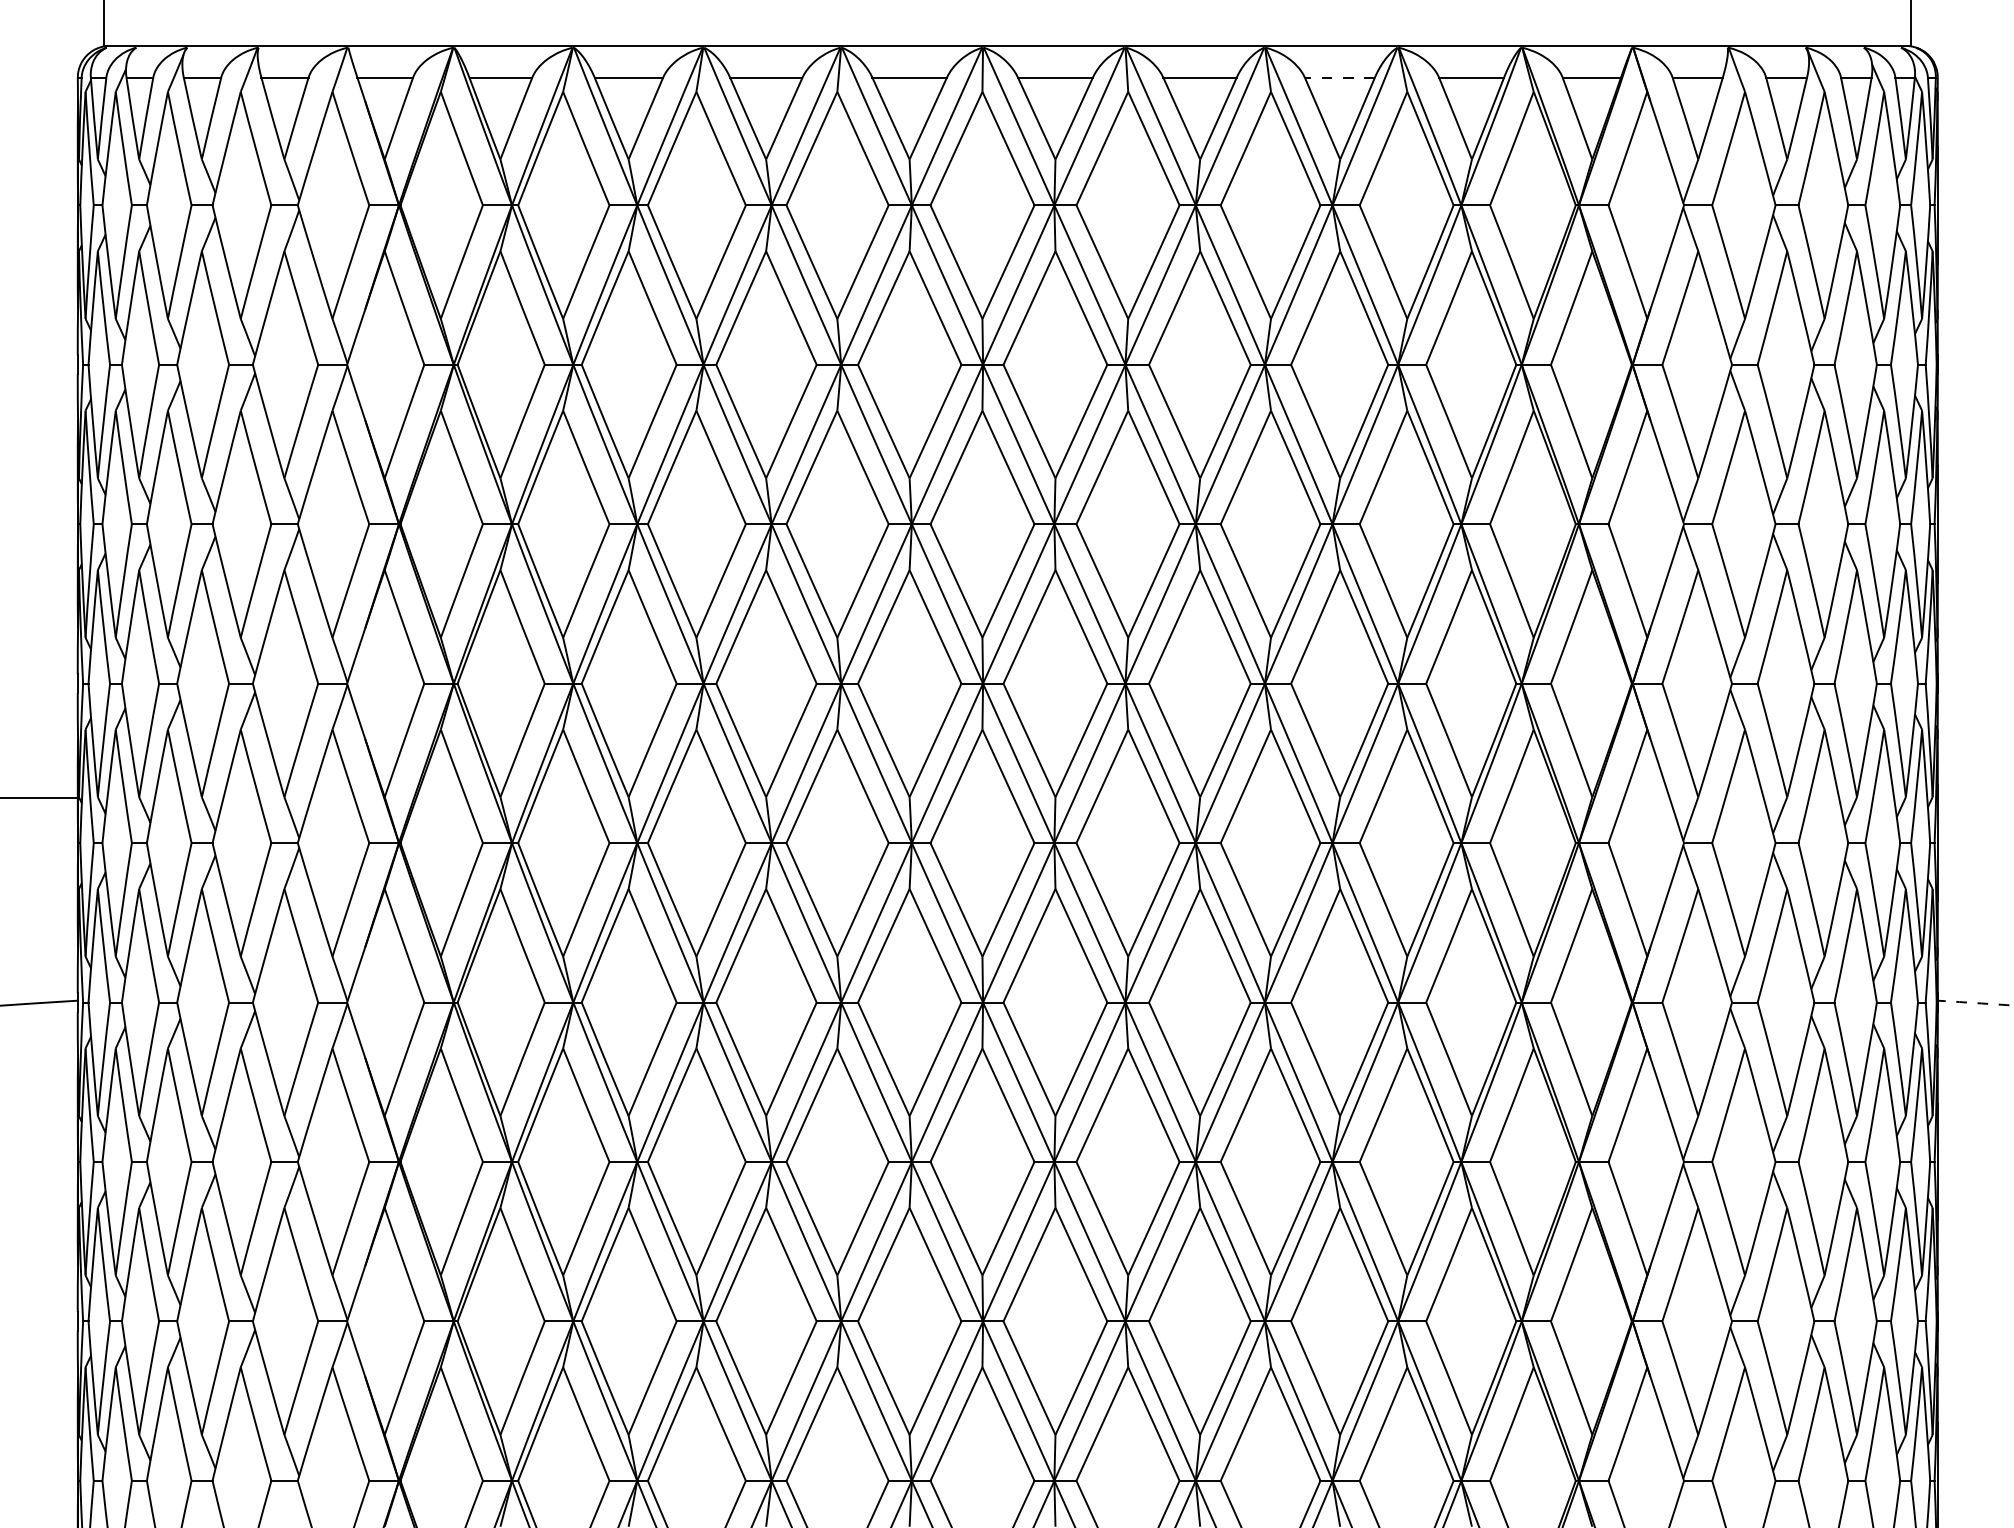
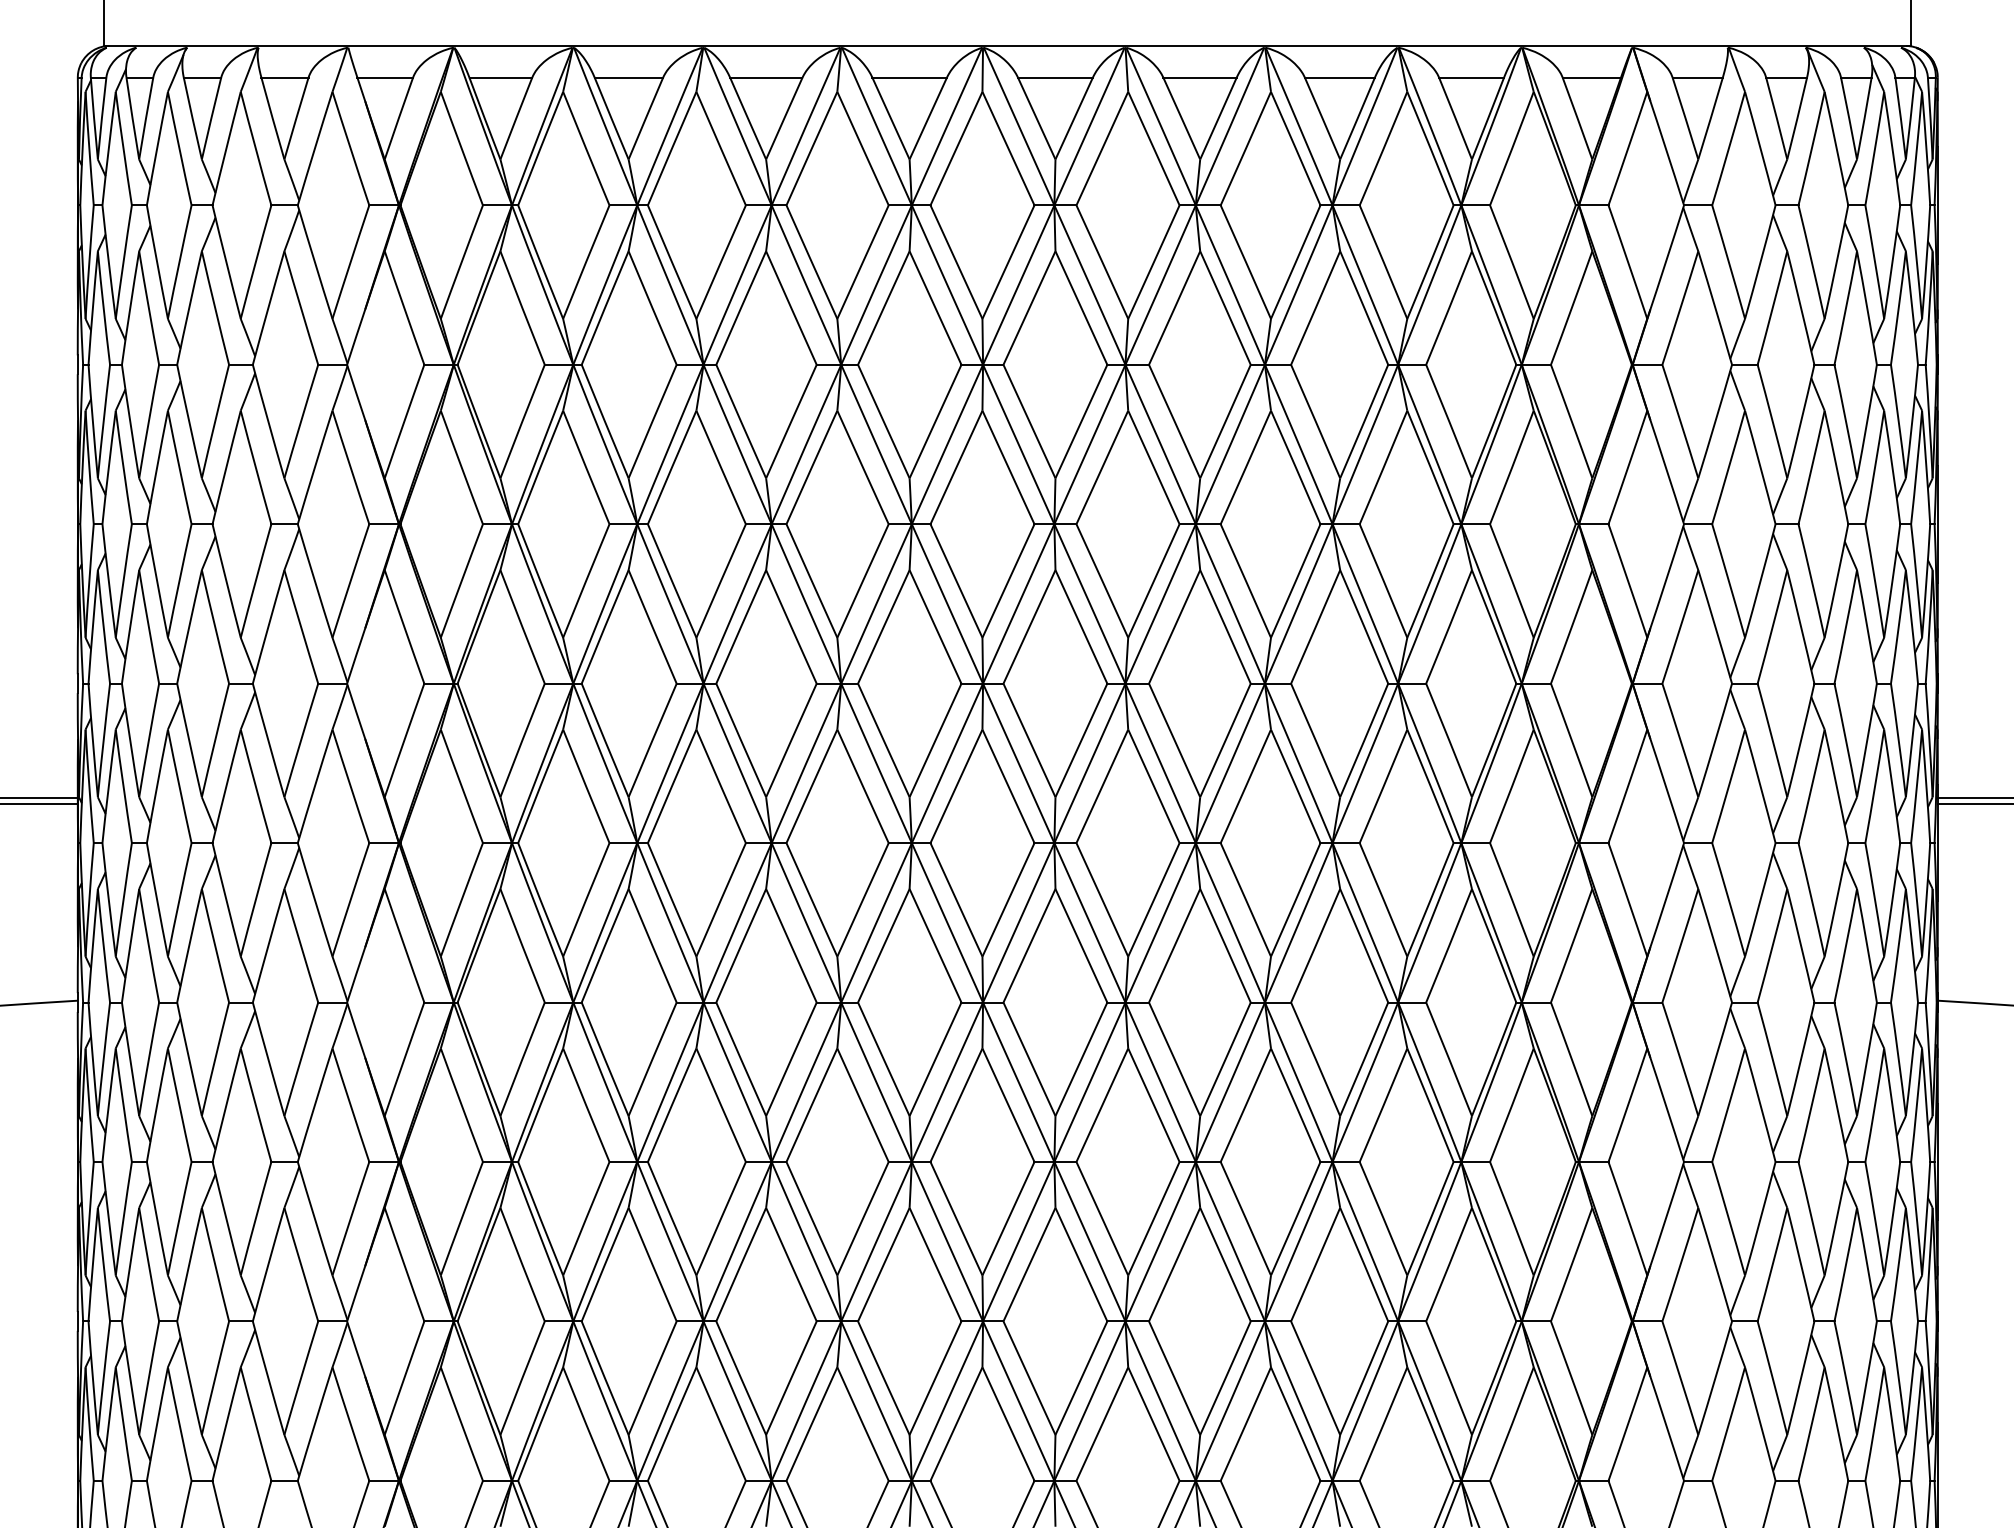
line at (1339, 77): dashed -> solid
line at (1973, 797): none -> present
line at (39, 804): none -> present
line at (1973, 804): none -> present
arc at (1975, 1003): dashed -> solid
